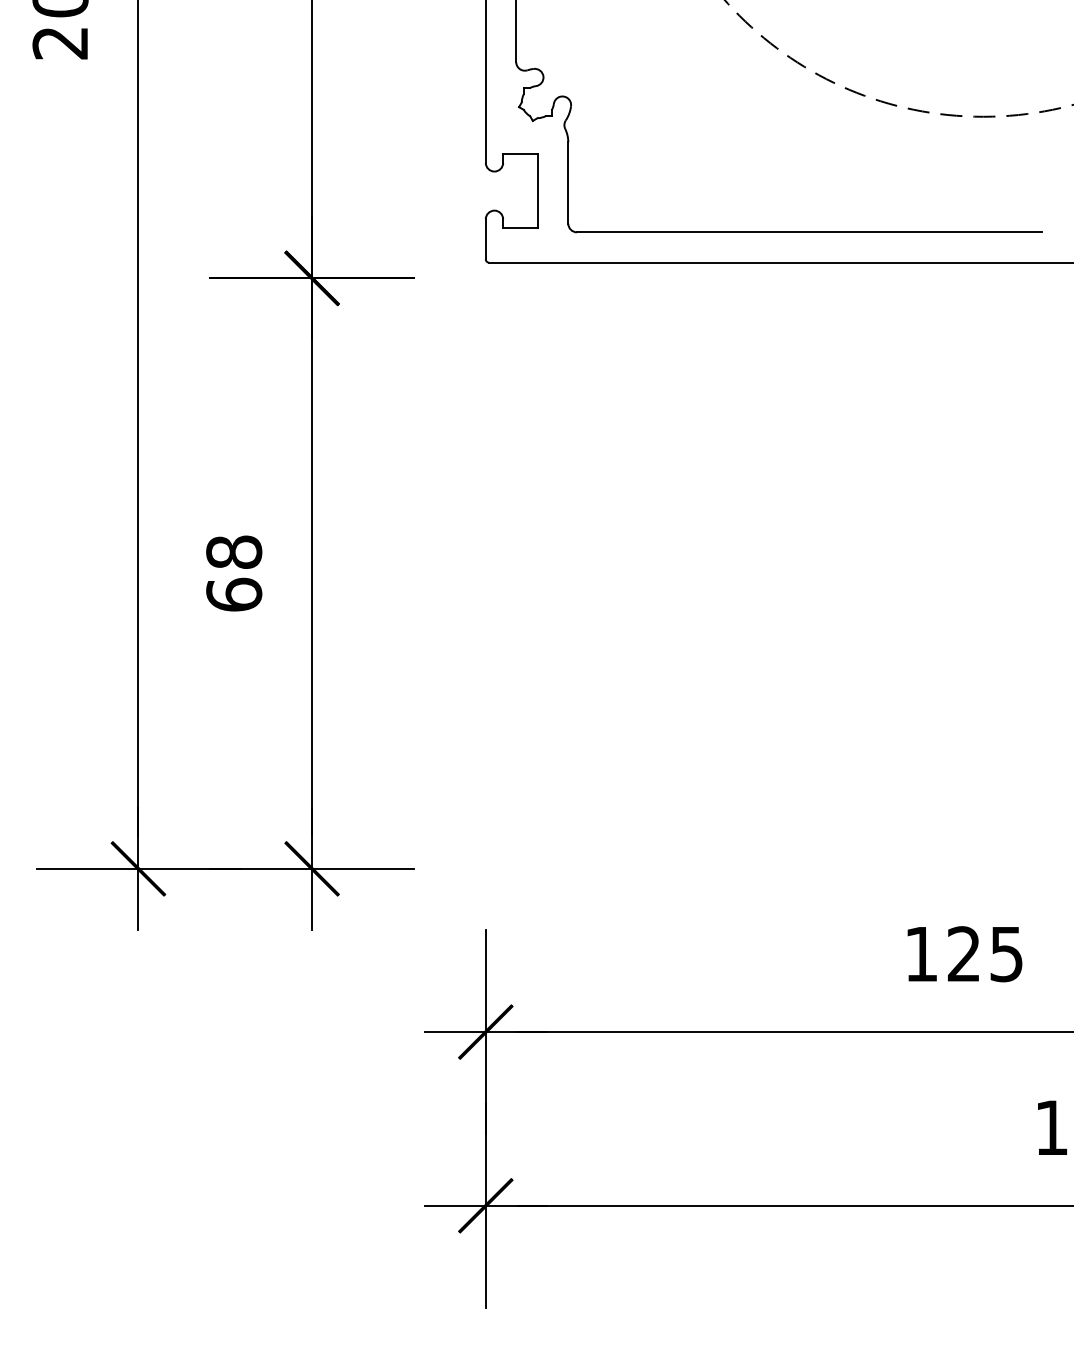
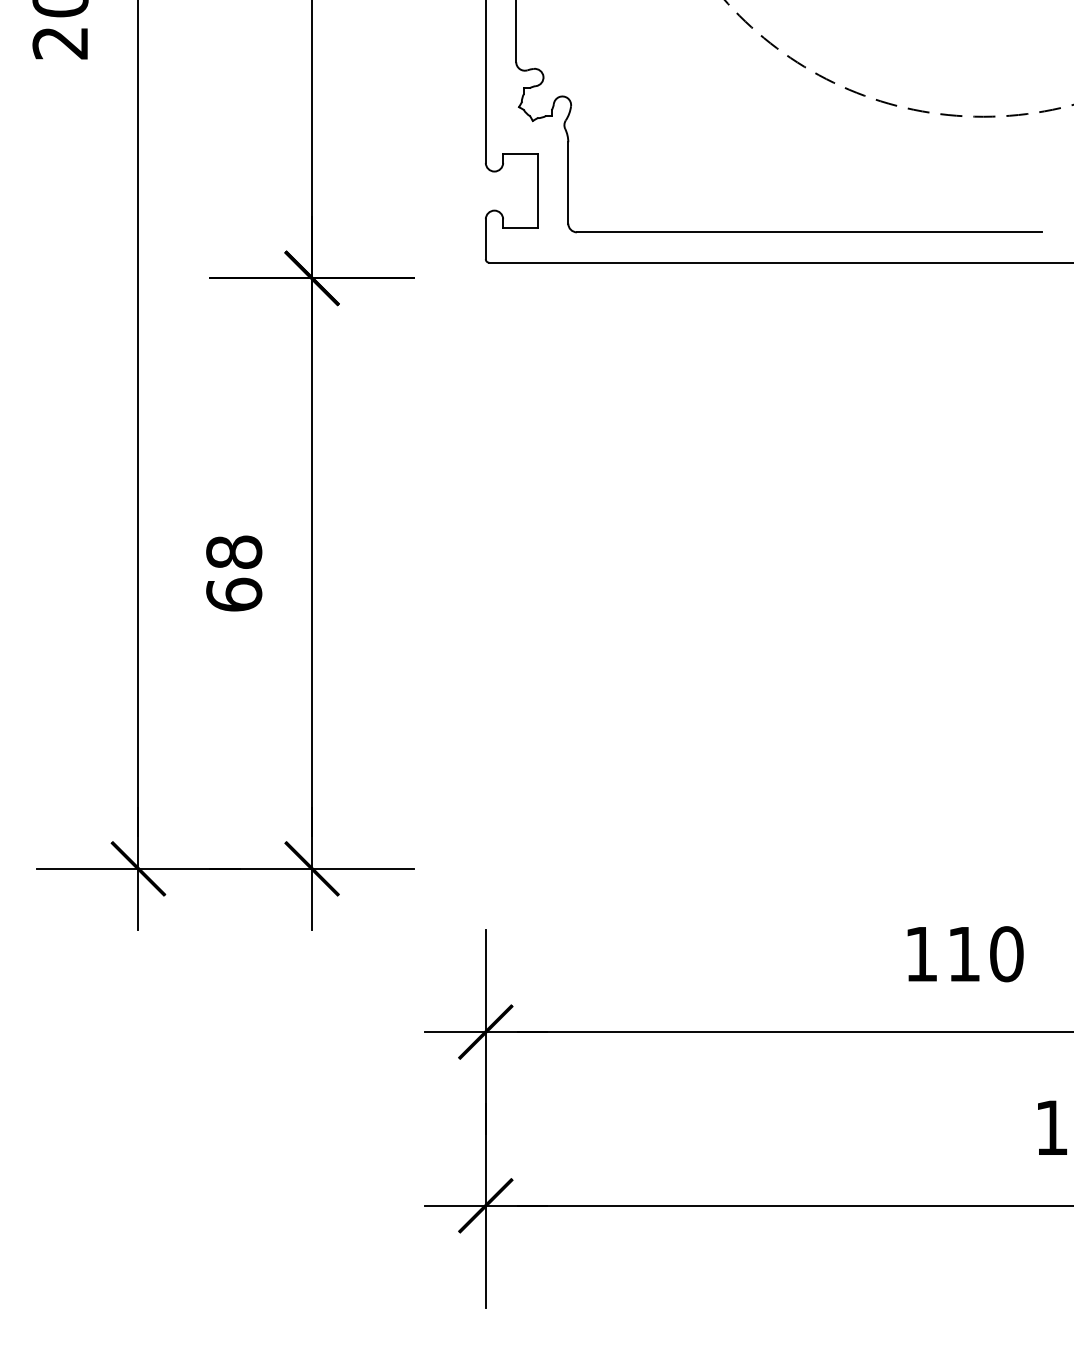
text at (985, 954): 125 -> 110
